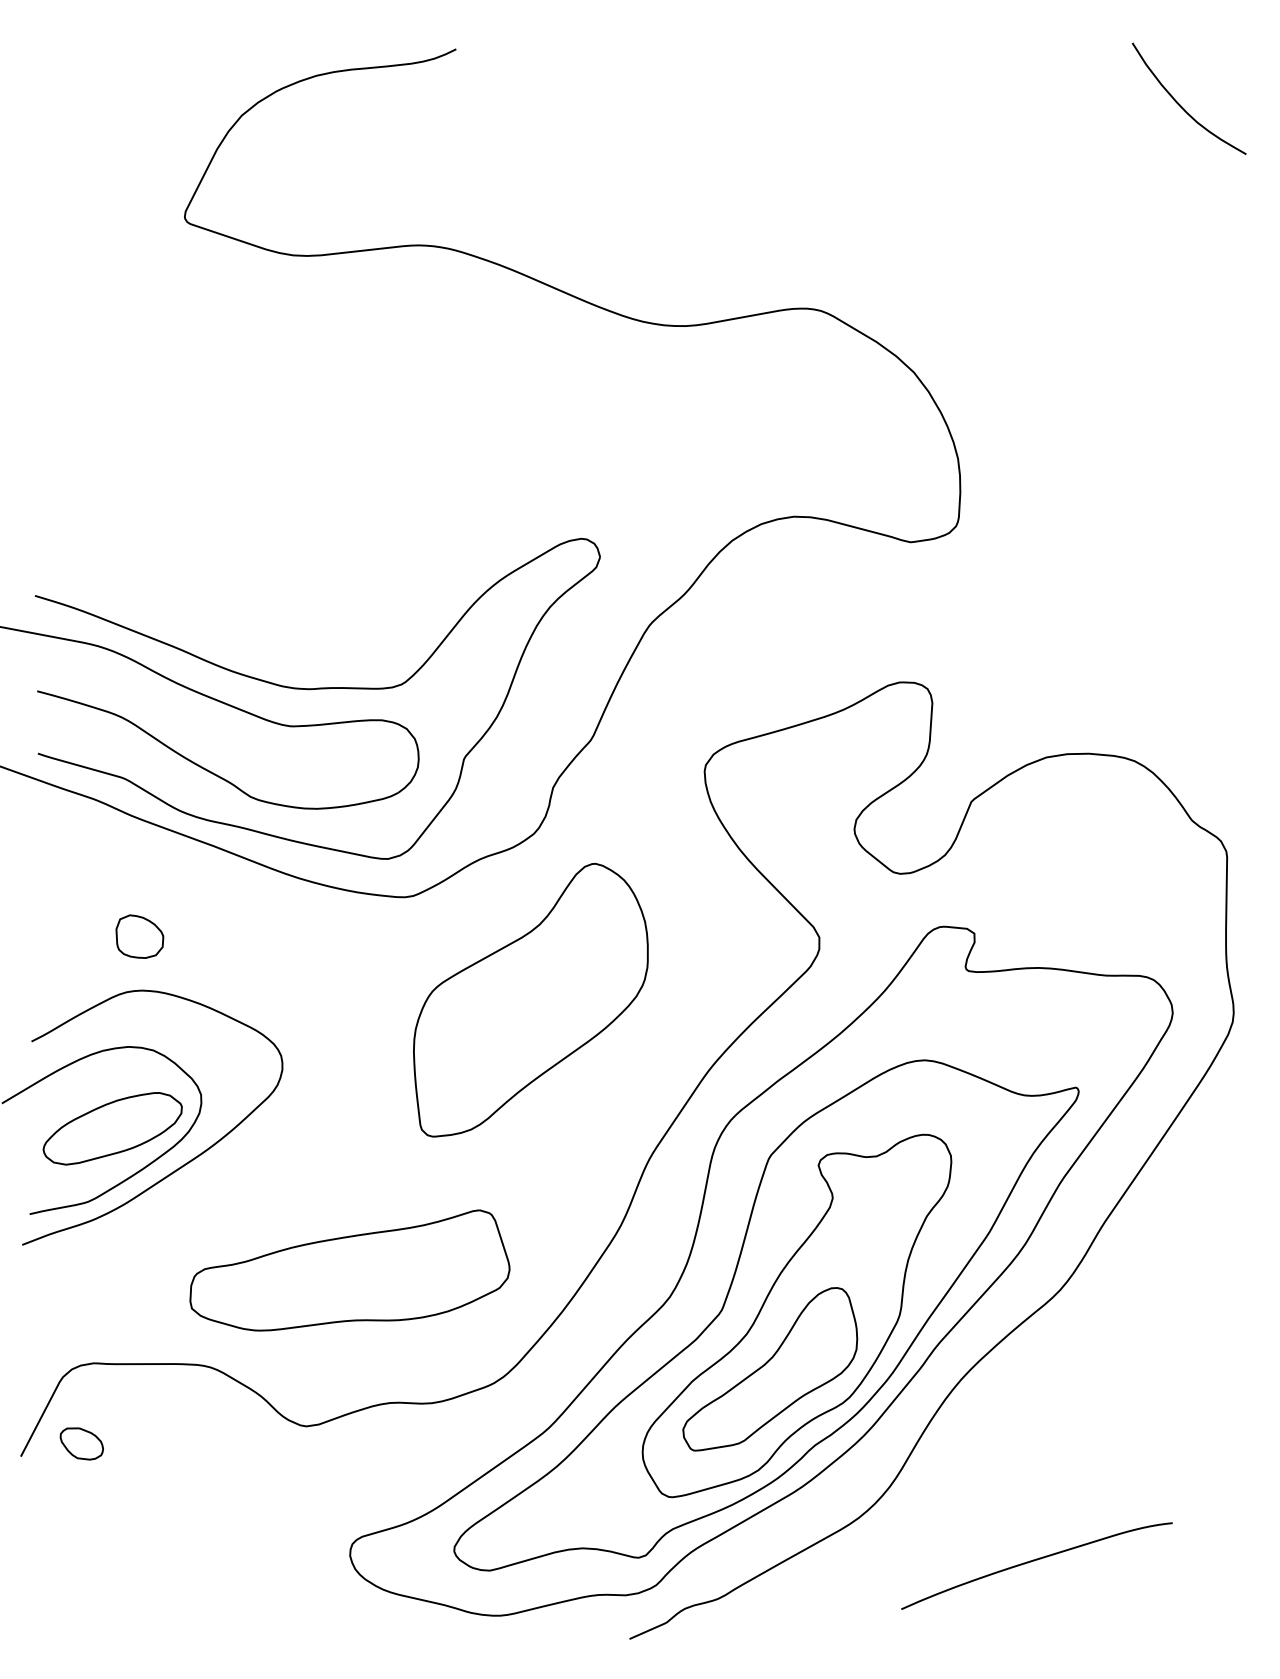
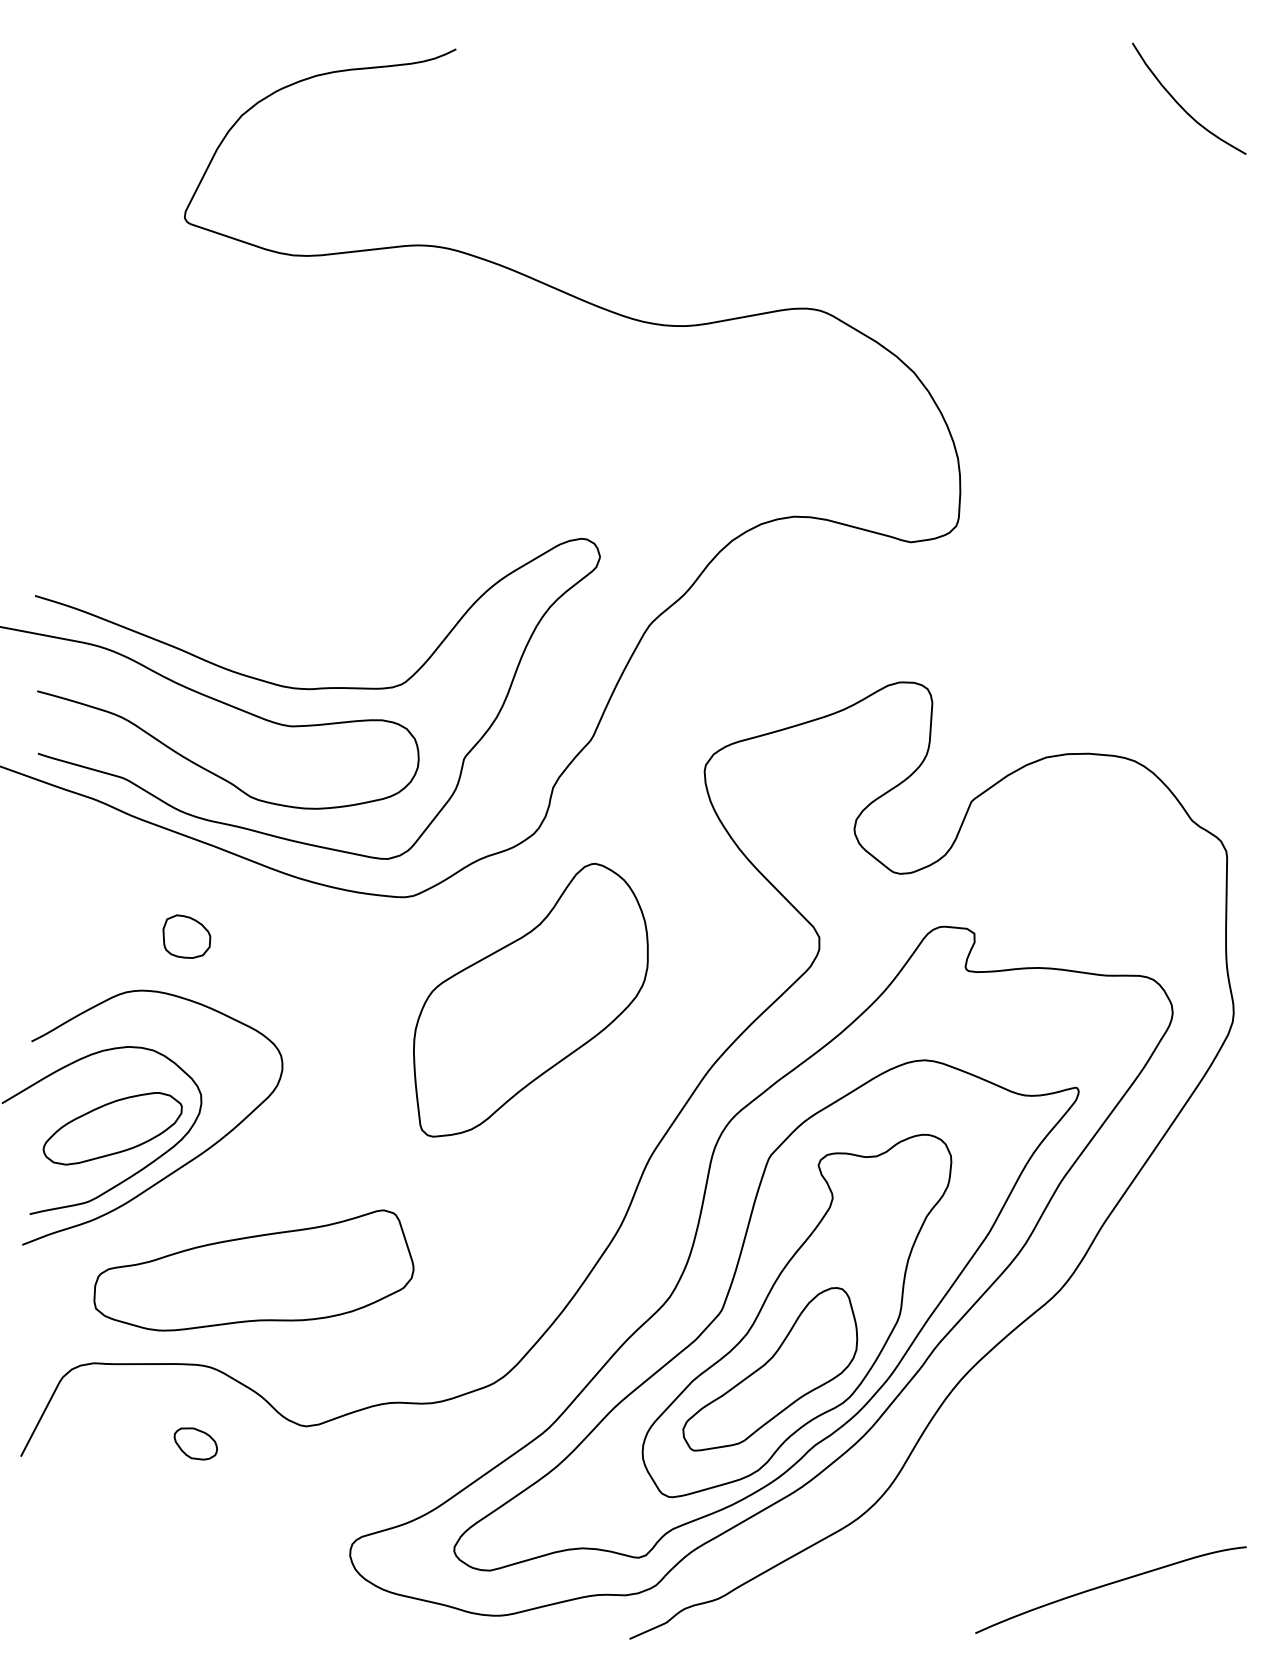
part at (139, 936) position: (139, 936) -> (186, 936)
part at (349, 1270) position: (349, 1270) -> (253, 1270)
part at (81, 1443) position: (81, 1443) -> (195, 1443)
curve at (1034, 1561) position: (1034, 1561) -> (1108, 1585)
